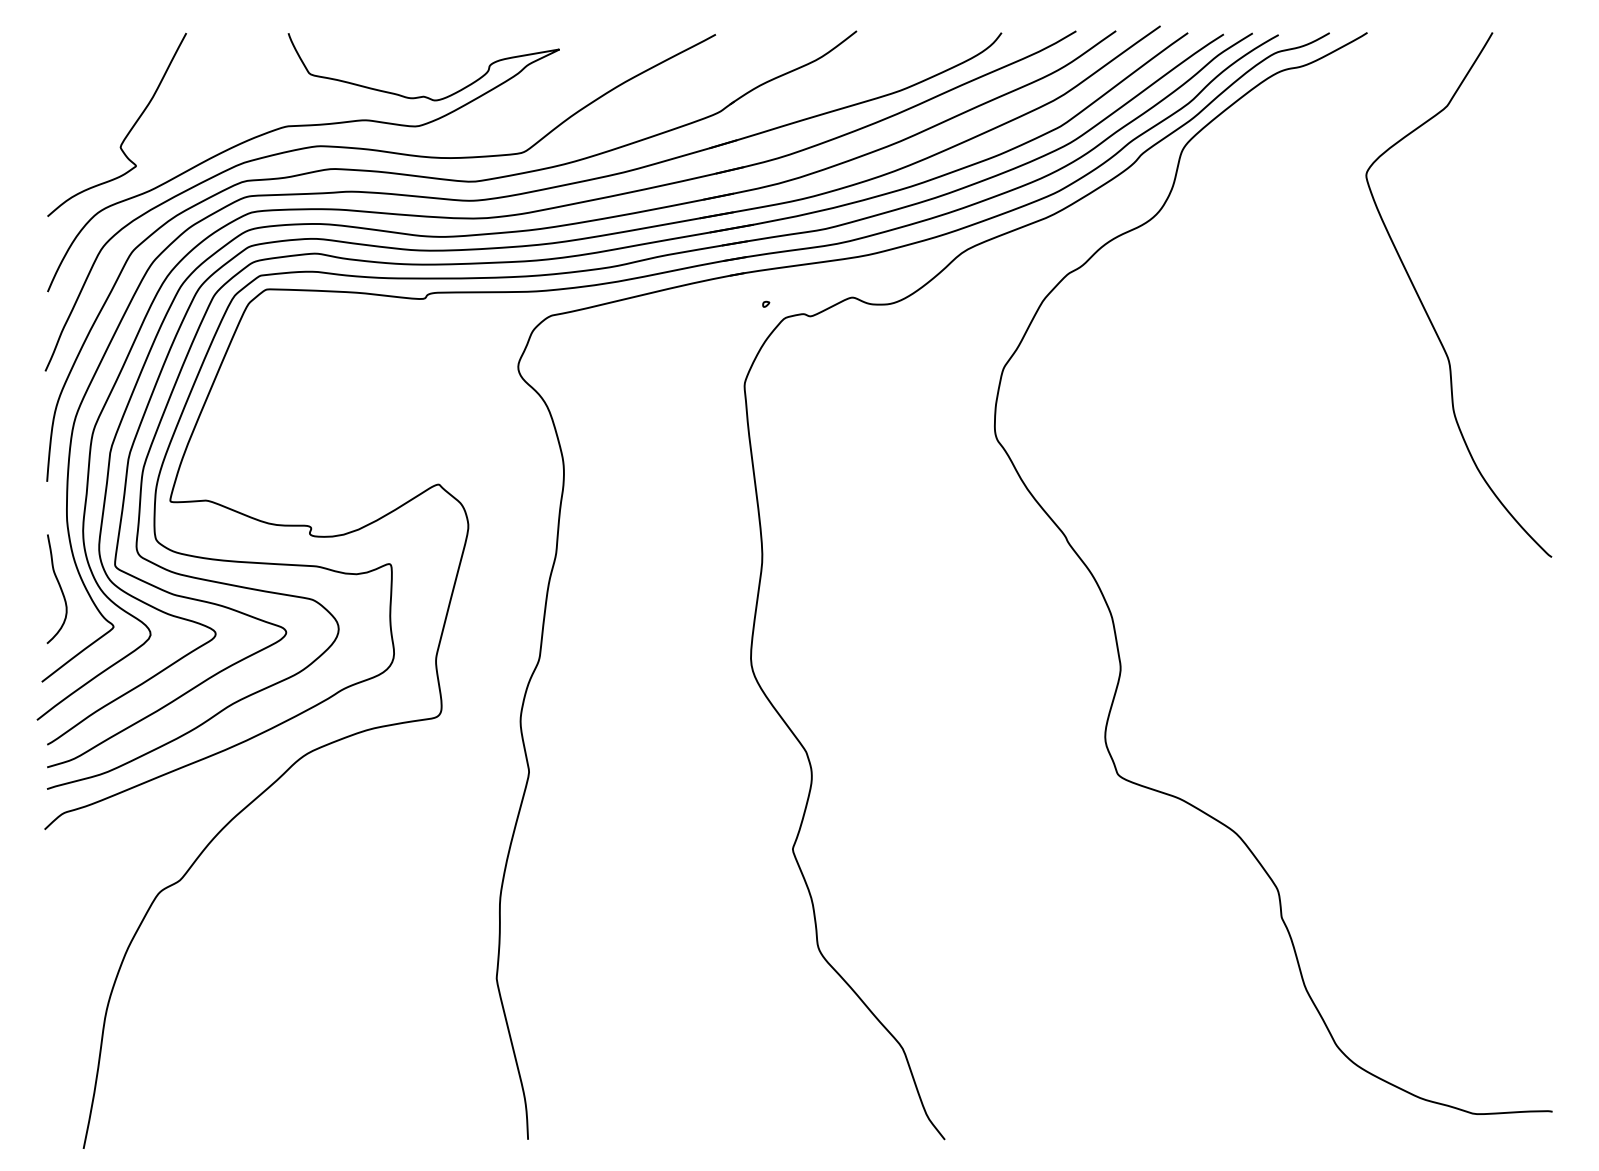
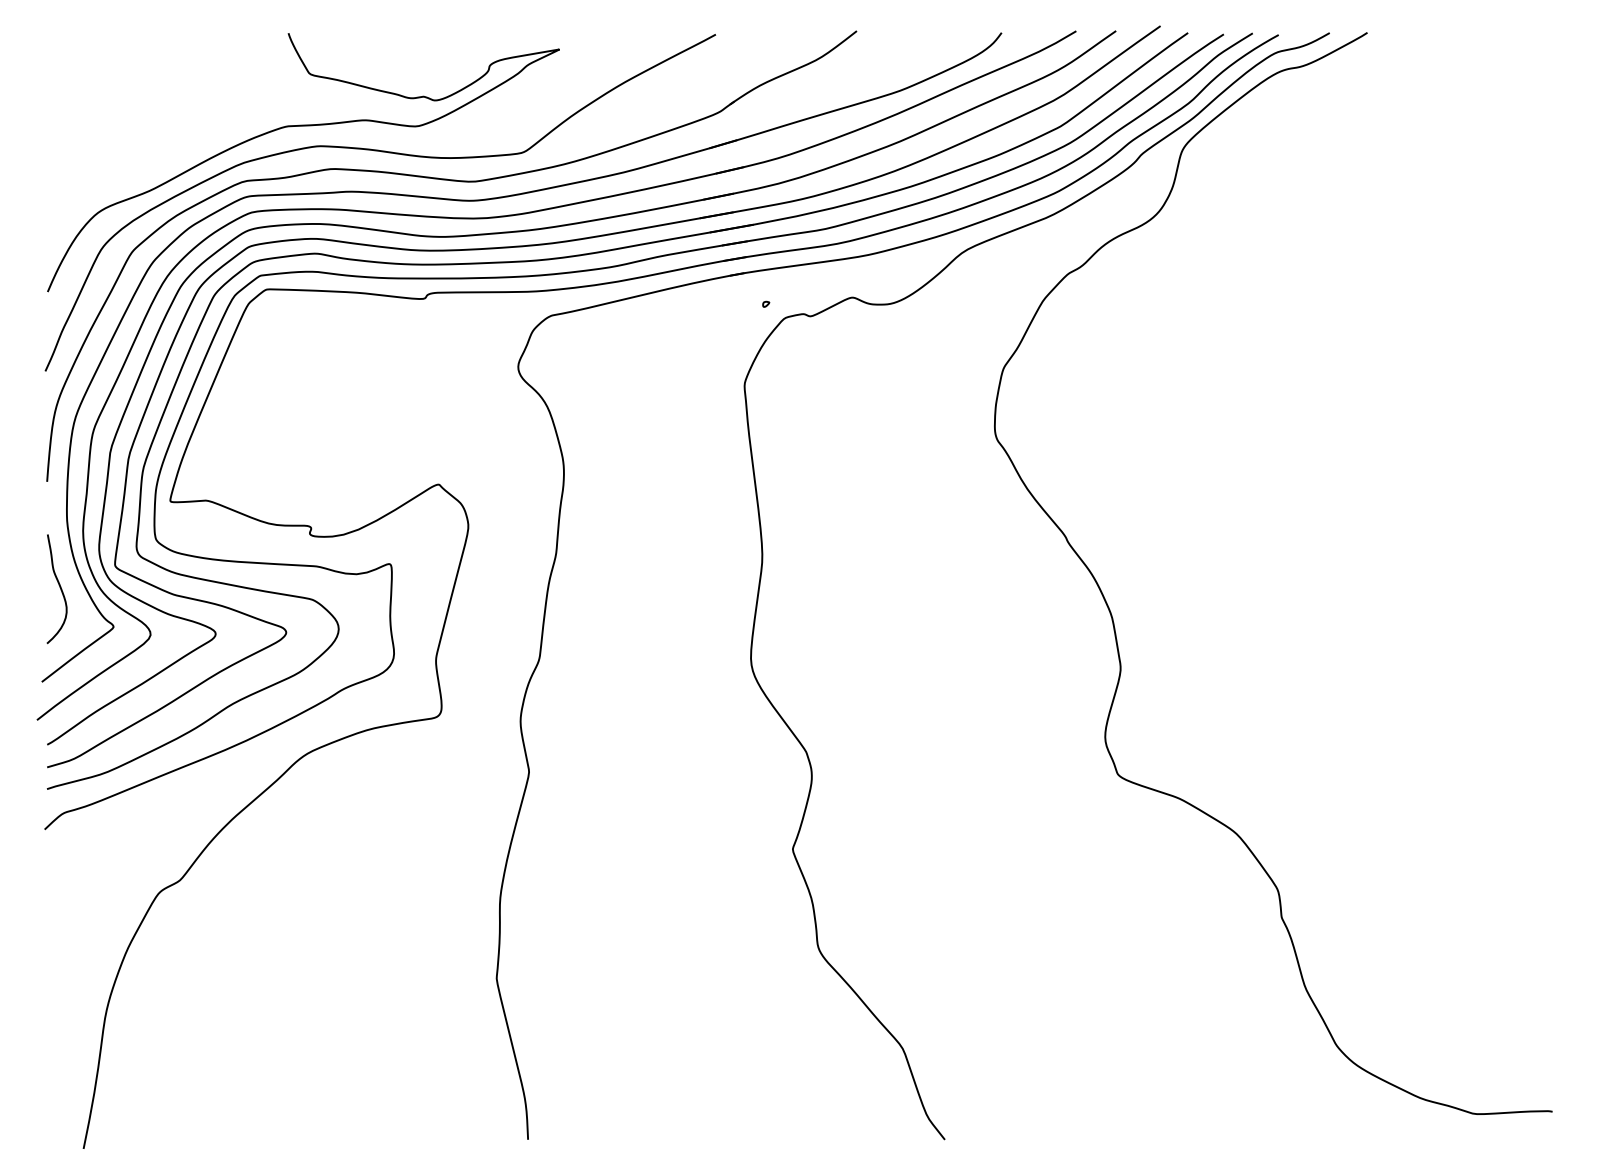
curve at (128, 131): present -> none
curve at (1426, 310): present -> none
